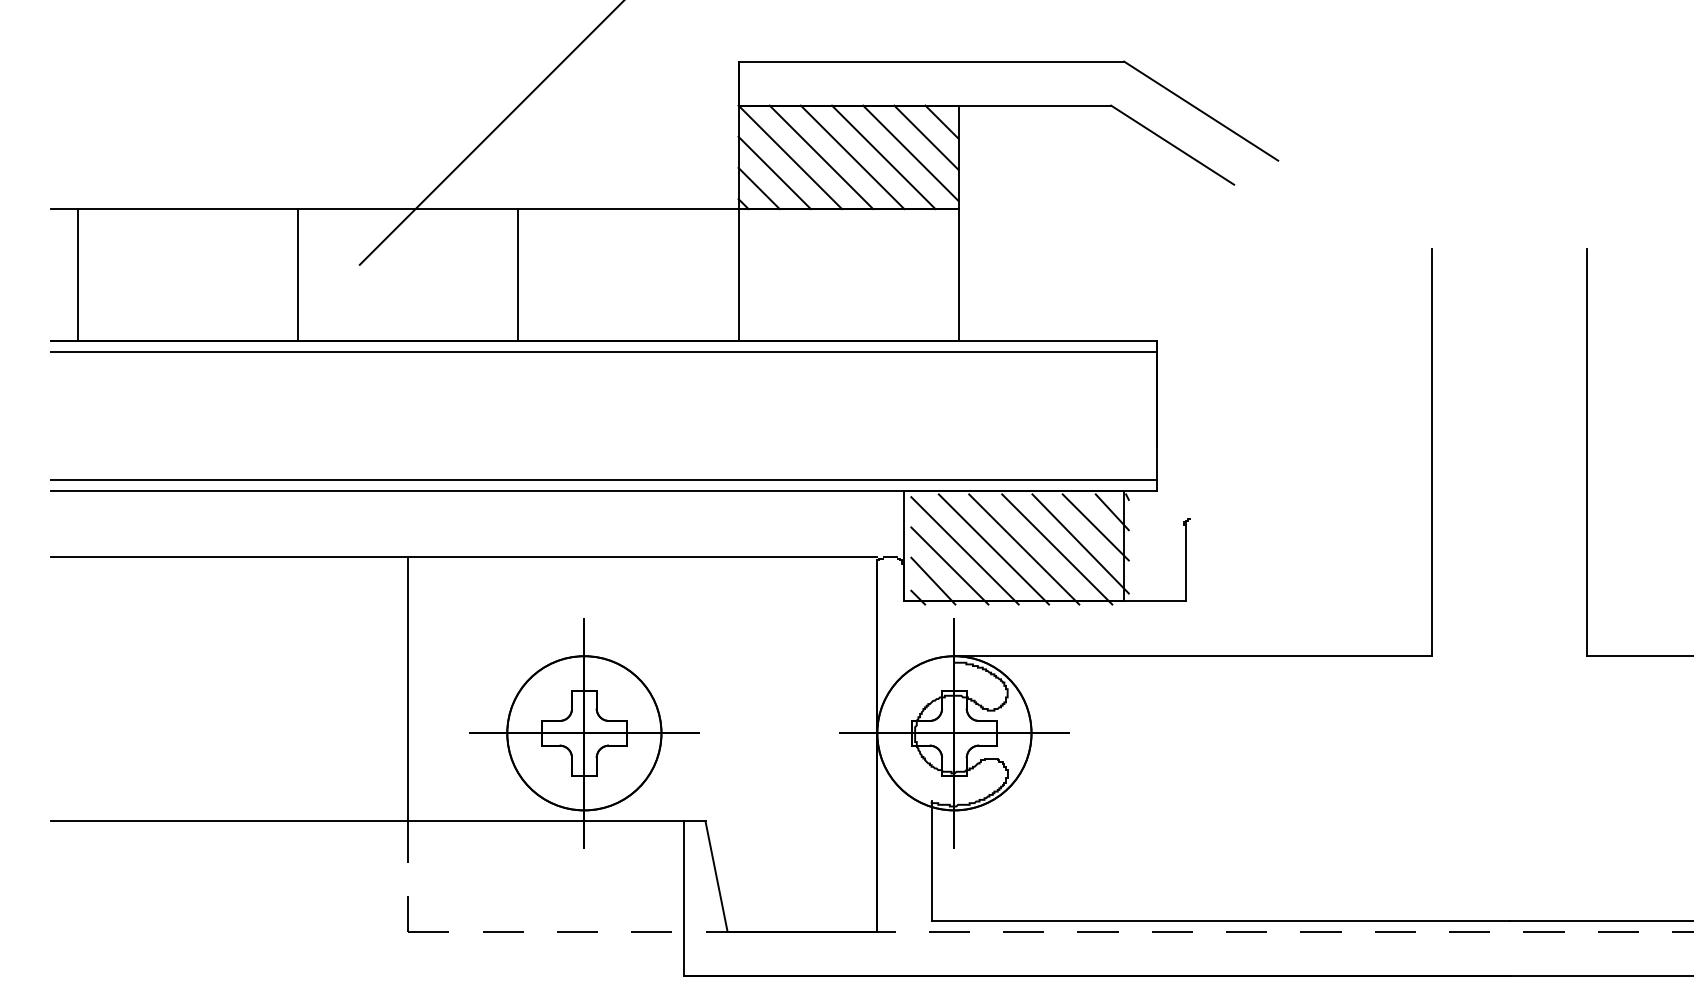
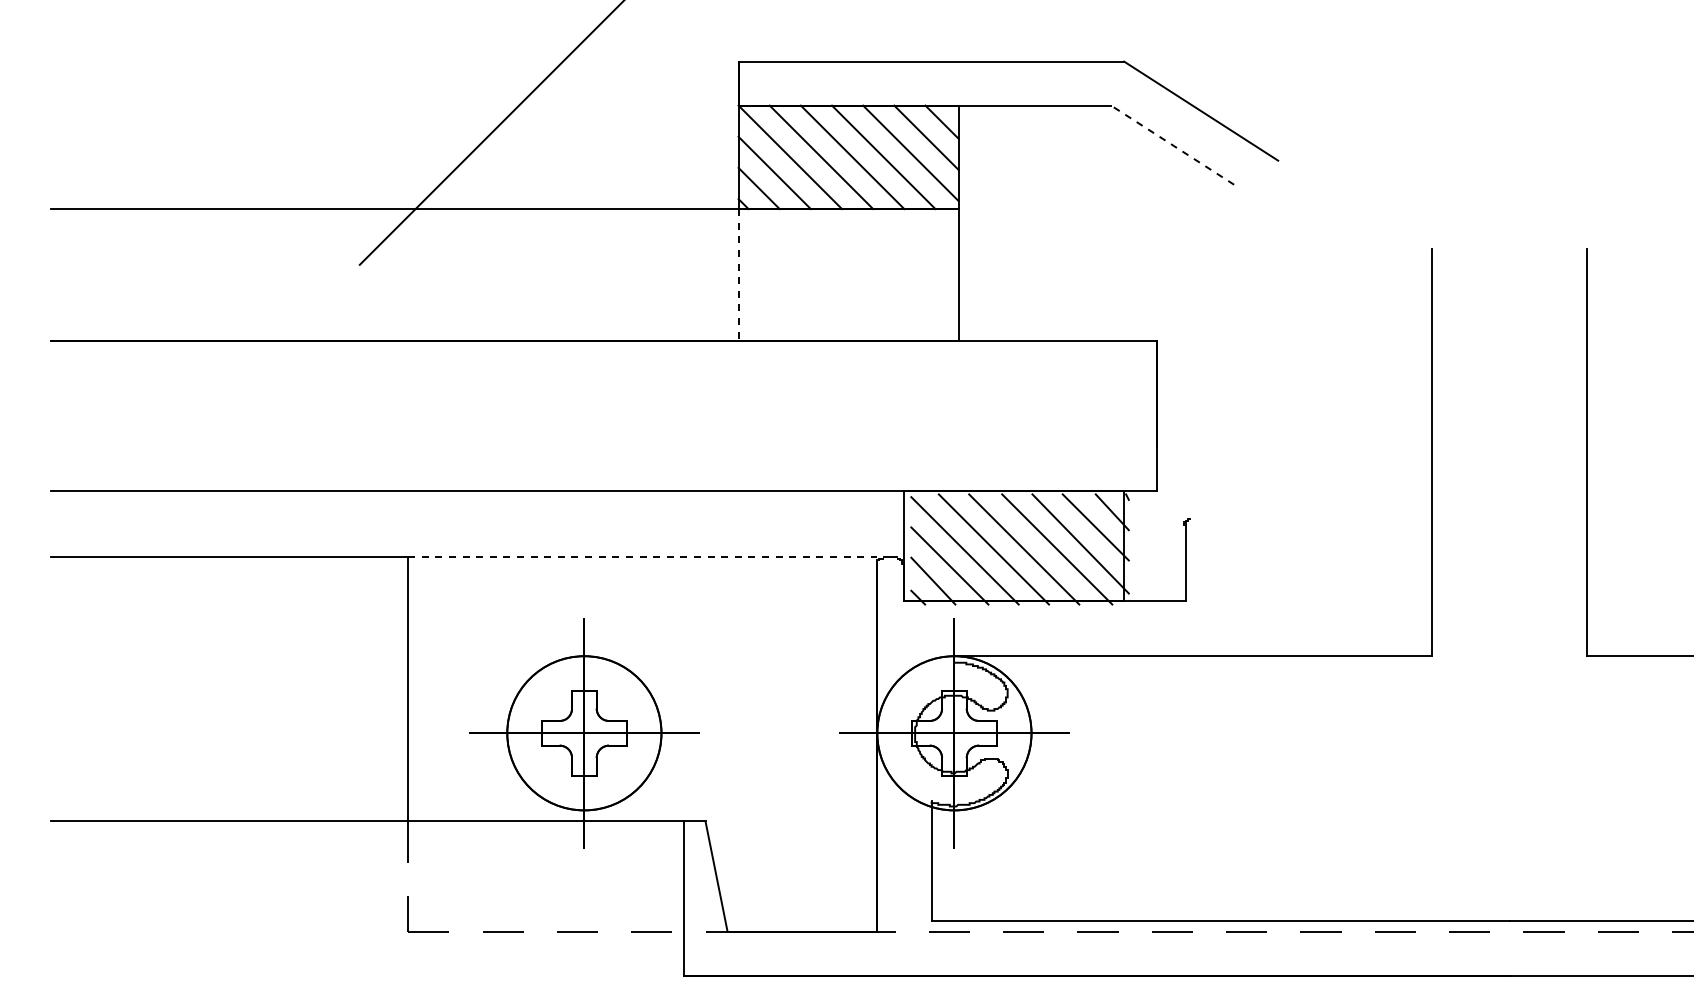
line at (1172, 144): solid -> dashed
line at (77, 275): present -> none
line at (298, 275): present -> none
line at (518, 275): present -> none
line at (738, 275): solid -> dashed
line at (603, 352): present -> none
line at (603, 480): present -> none
line at (642, 557): solid -> dashed
